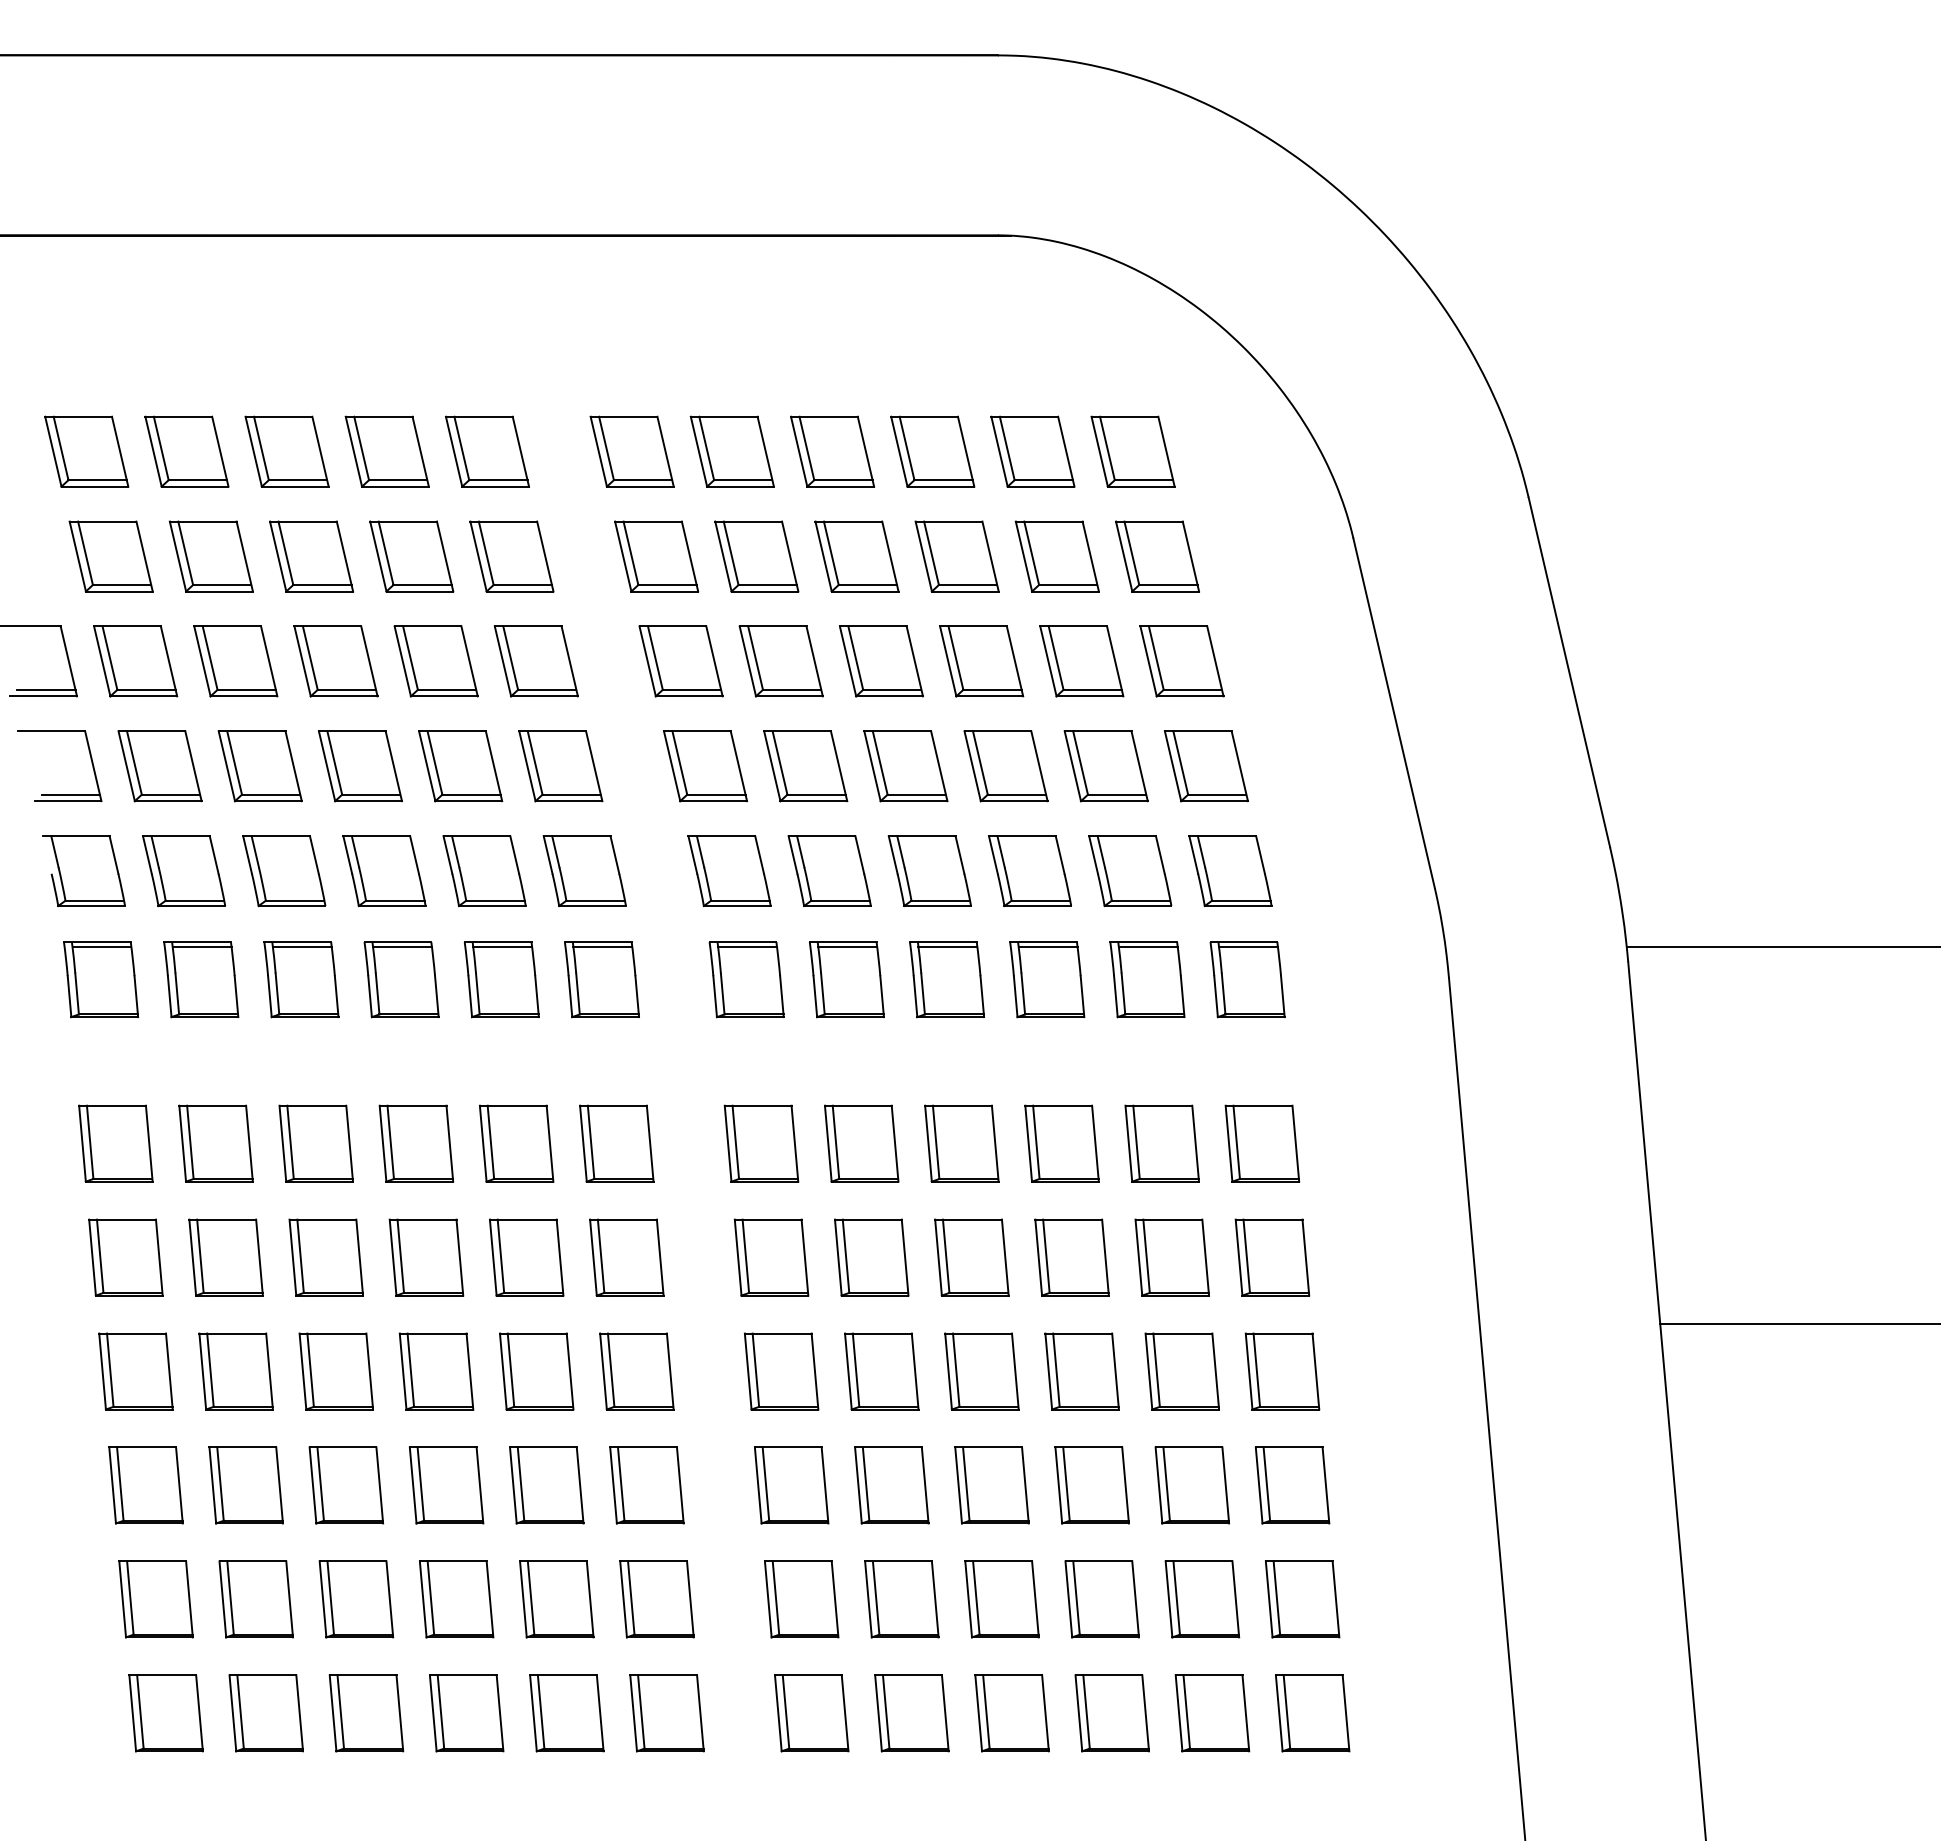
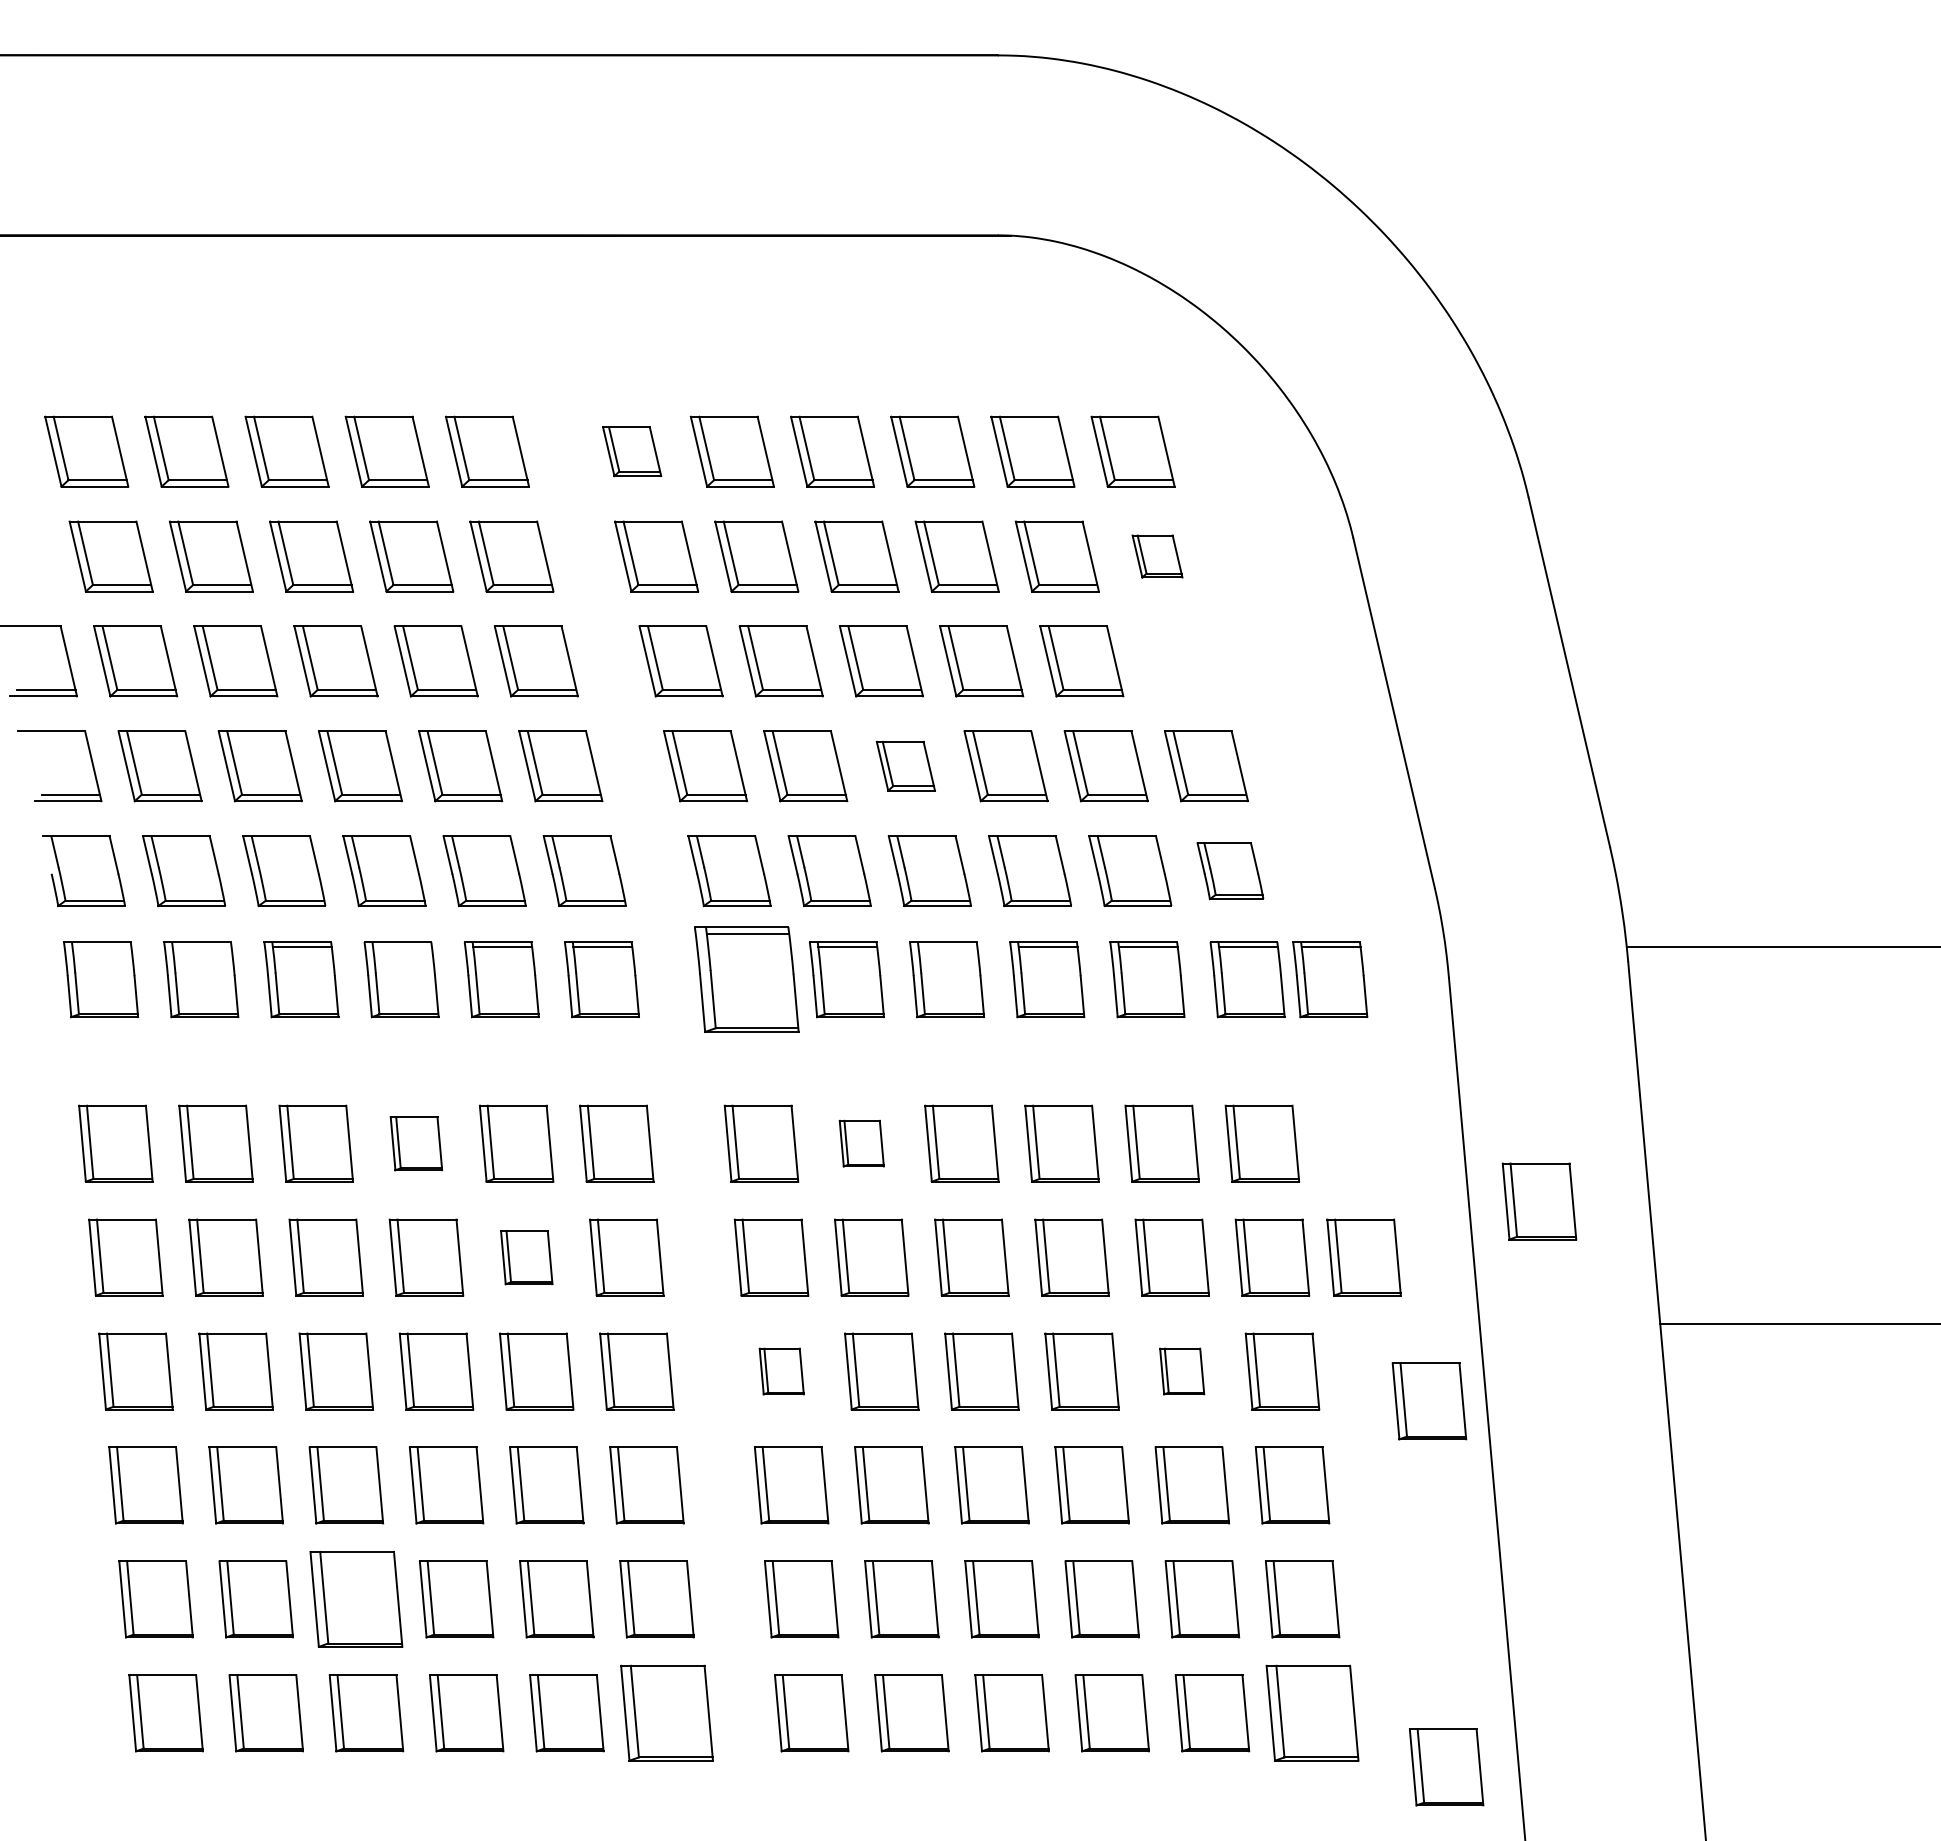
part at (631, 451) size: 86x73 px -> 61x52 px
part at (1157, 556) size: 85x73 px -> 53x45 px
part at (1181, 661): present -> none
part at (905, 766) size: 86x73 px -> 61x52 px
part at (1230, 871) size: 85x73 px -> 69x59 px
line at (101, 946): present -> none
line at (201, 946): present -> none
line at (402, 946): present -> none
line at (947, 946): present -> none
part at (746, 979) size: 77x78 px -> 106x107 px
part at (1330, 979): none -> present
part at (416, 1143) size: 77x79 px -> 55x56 px
part at (861, 1143) size: 76x79 px -> 47x49 px
part at (1539, 1201): none -> present
part at (526, 1257) size: 76x79 px -> 54x56 px
part at (1363, 1257): none -> present
part at (781, 1371) size: 76x79 px -> 47x49 px
part at (1181, 1371) size: 76x79 px -> 47x49 px
part at (1429, 1401): none -> present
part at (356, 1599) size: 77x79 px -> 95x97 px
part at (666, 1713) size: 76x79 px -> 94x98 px
part at (1312, 1713) size: 76x79 px -> 95x98 px
part at (1446, 1767): none -> present
